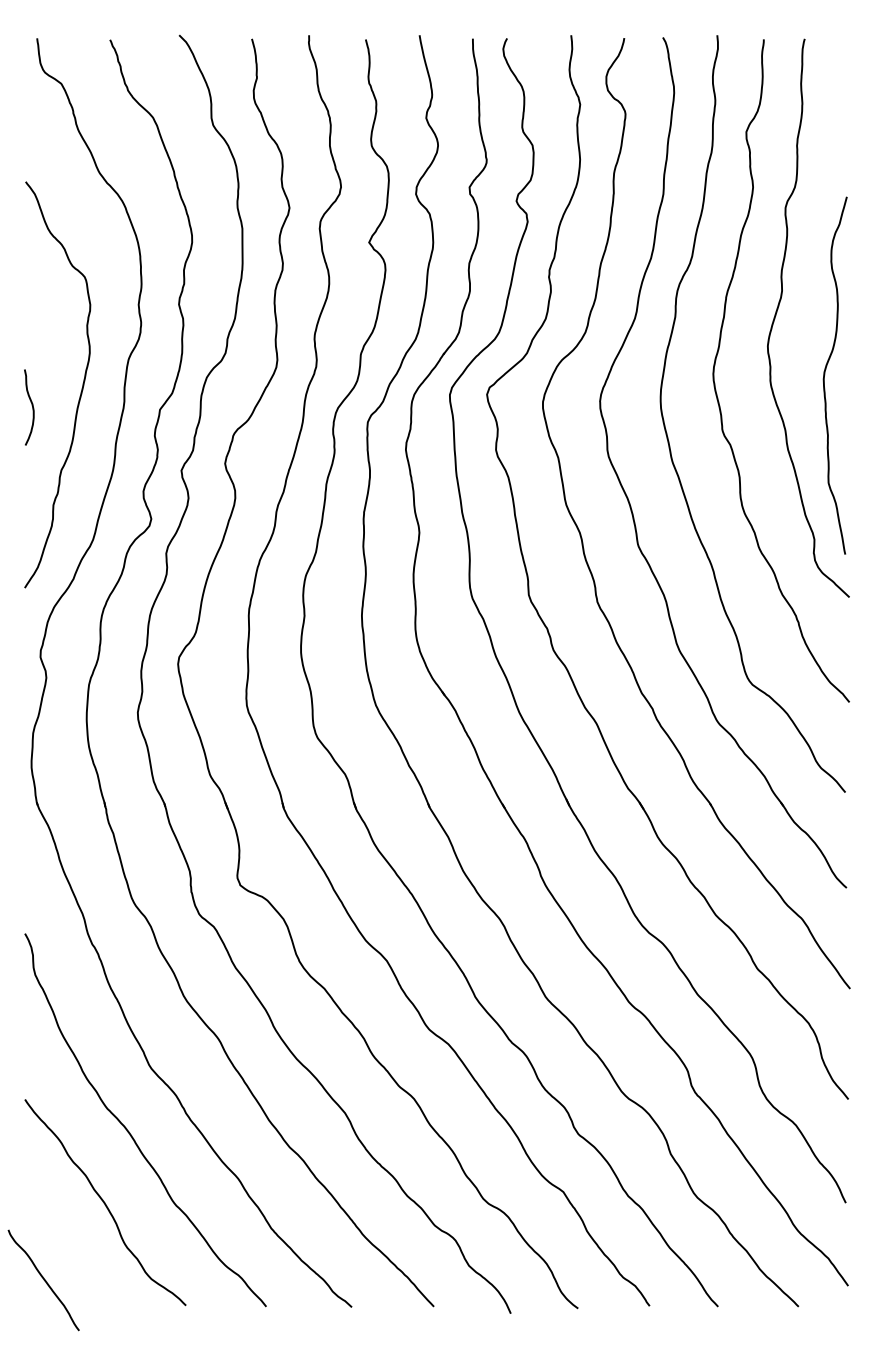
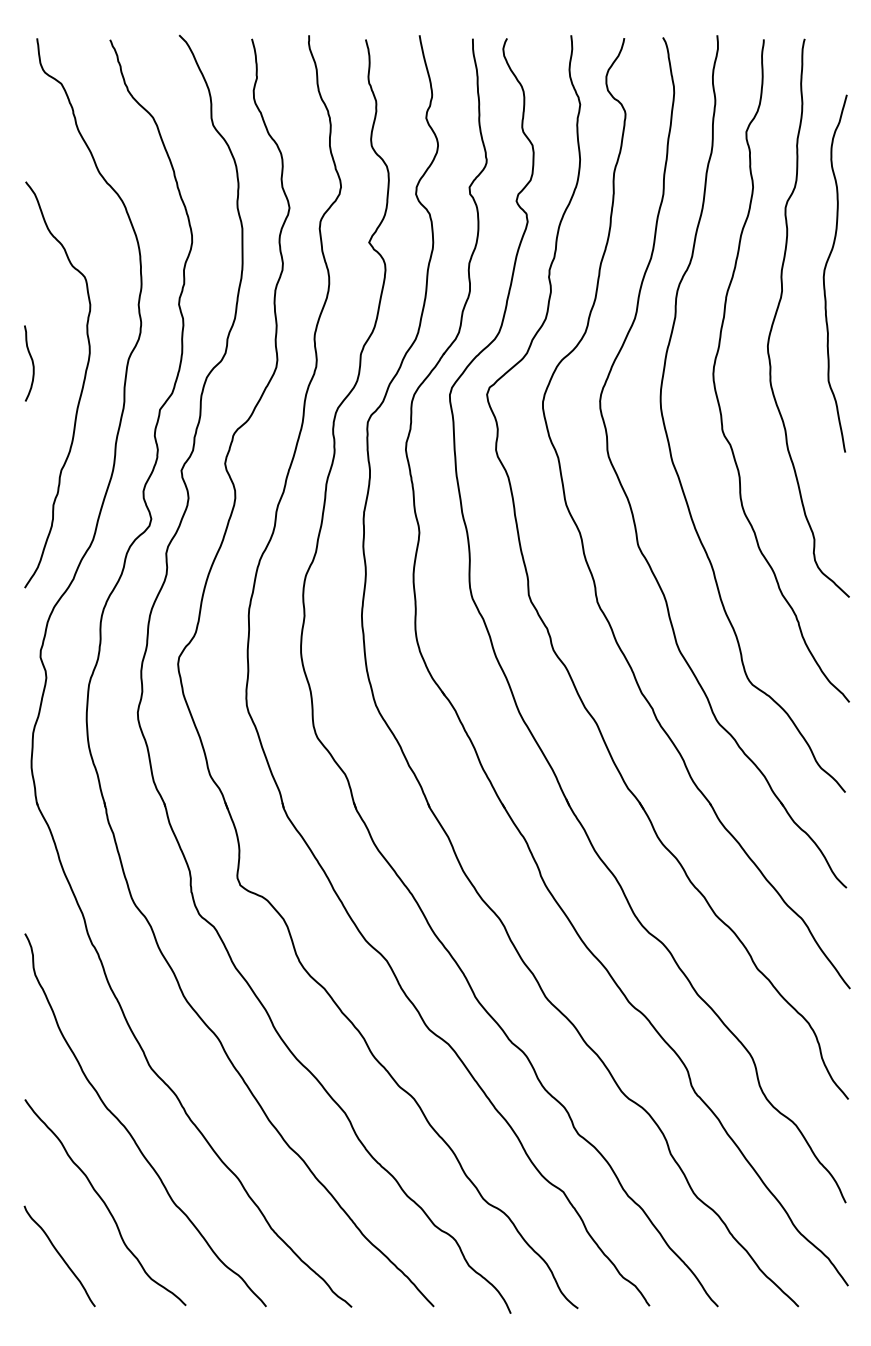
curve at (825, 375) position: (825, 375) -> (825, 273)
curve at (31, 405) position: (31, 405) -> (31, 361)
curve at (43, 1280) position: (43, 1280) -> (59, 1256)
